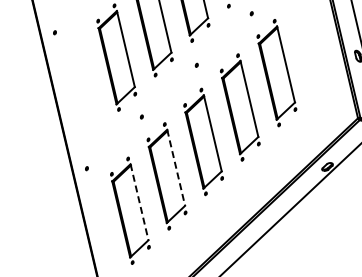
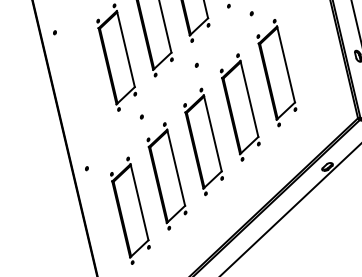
line at (176, 168): dashed -> solid
line at (139, 202): dashed -> solid
